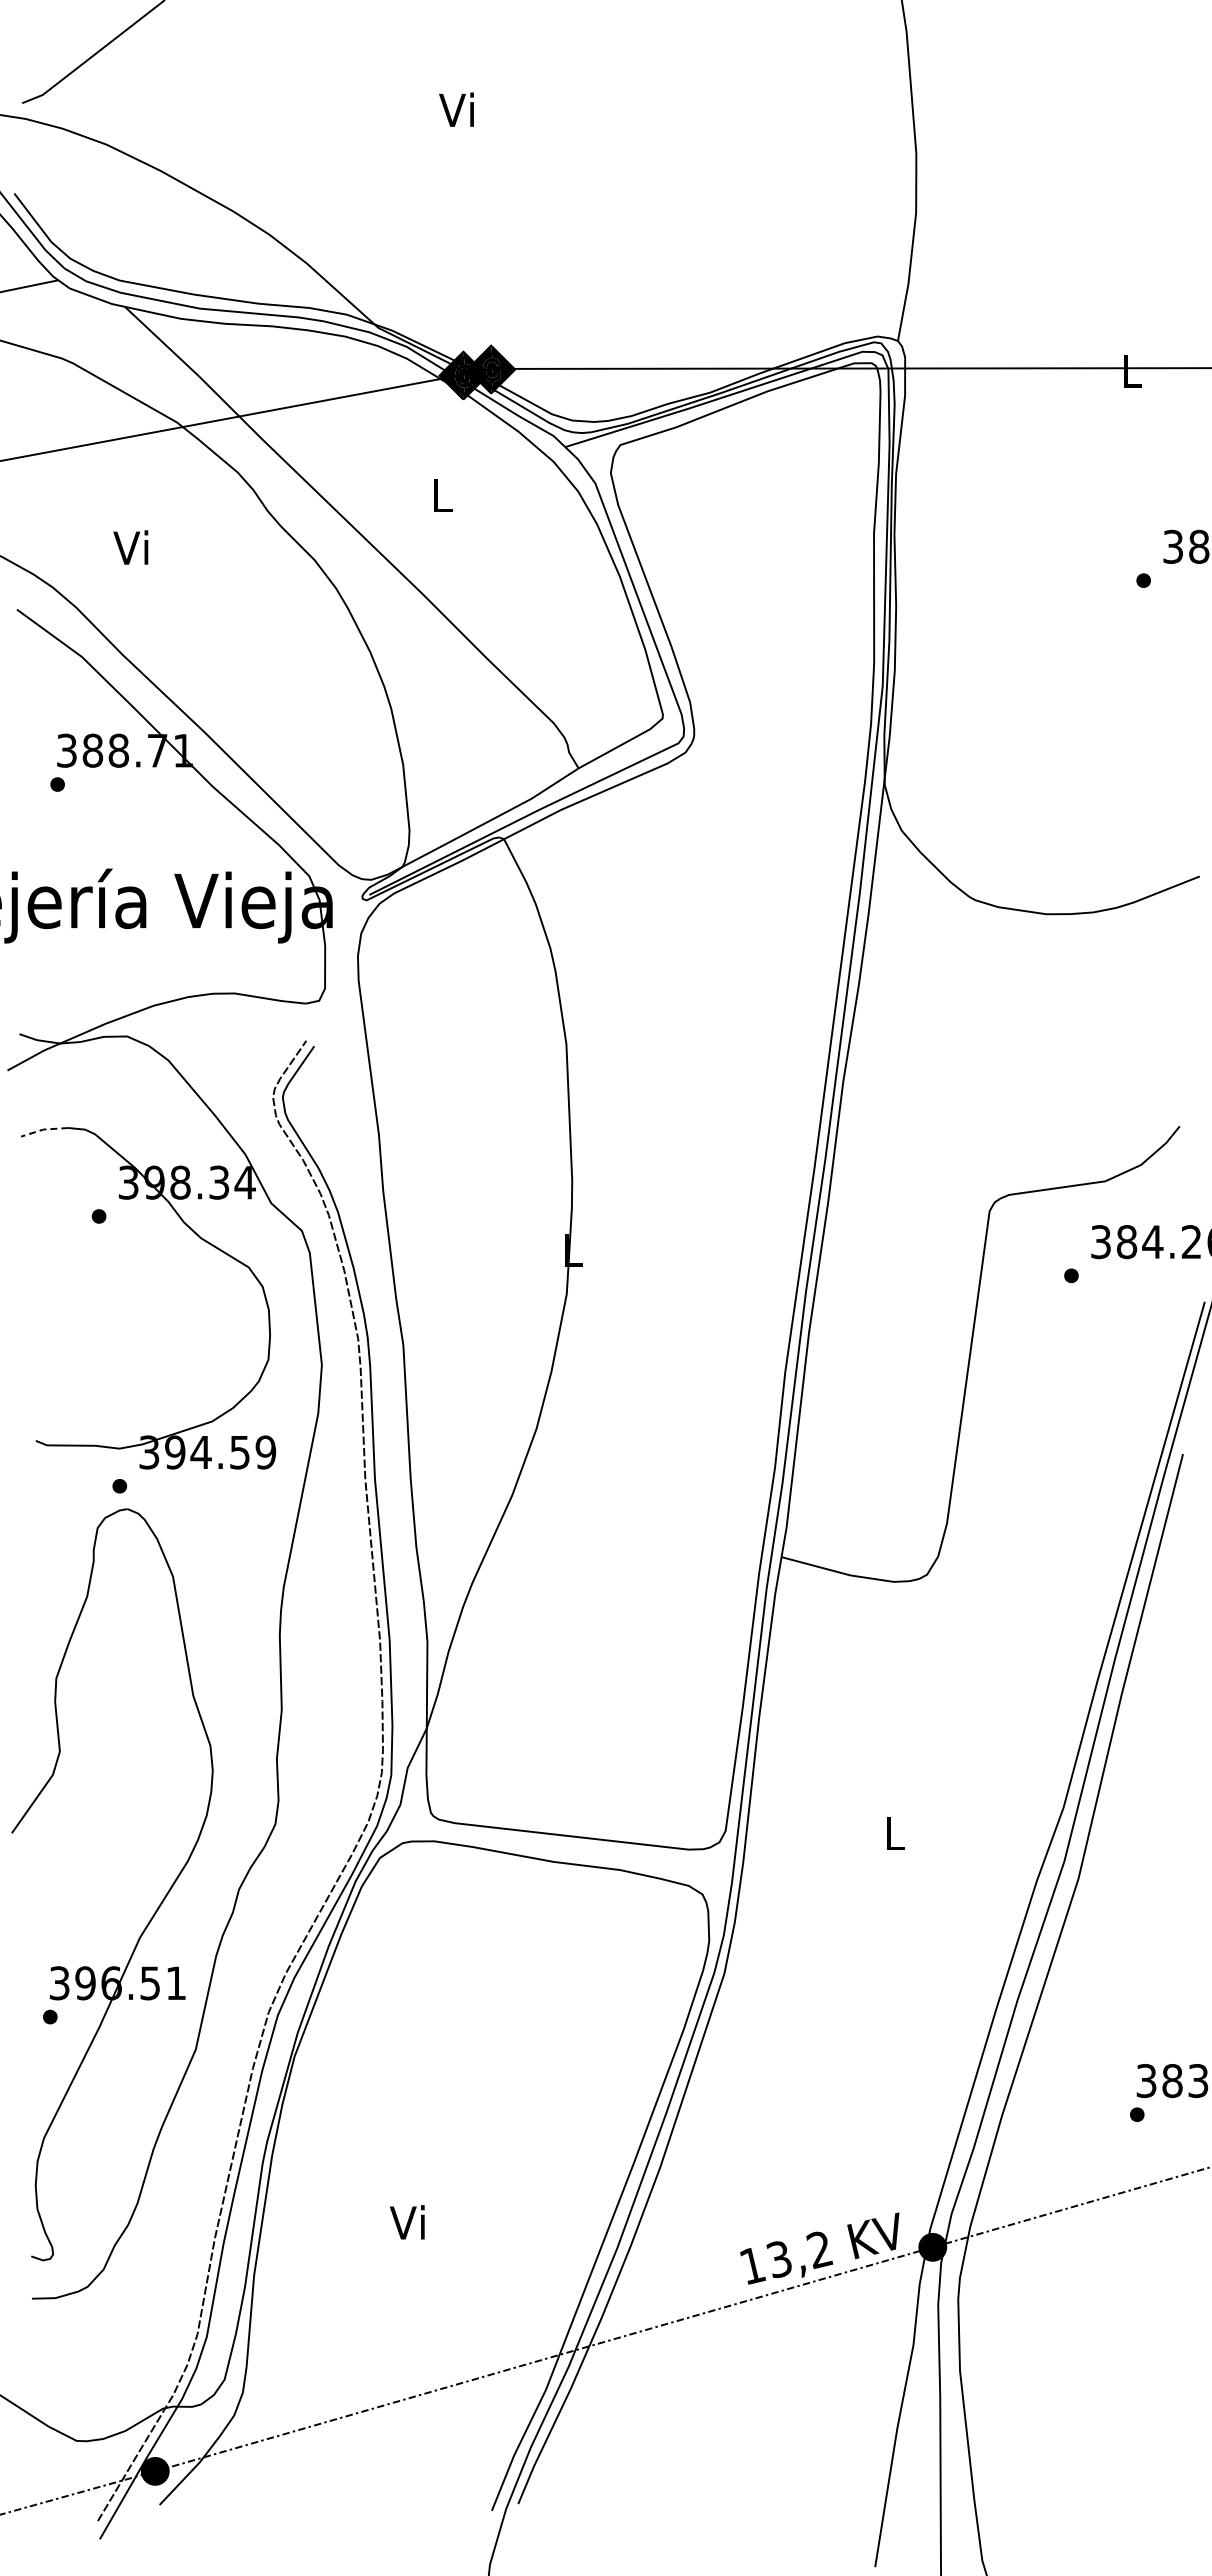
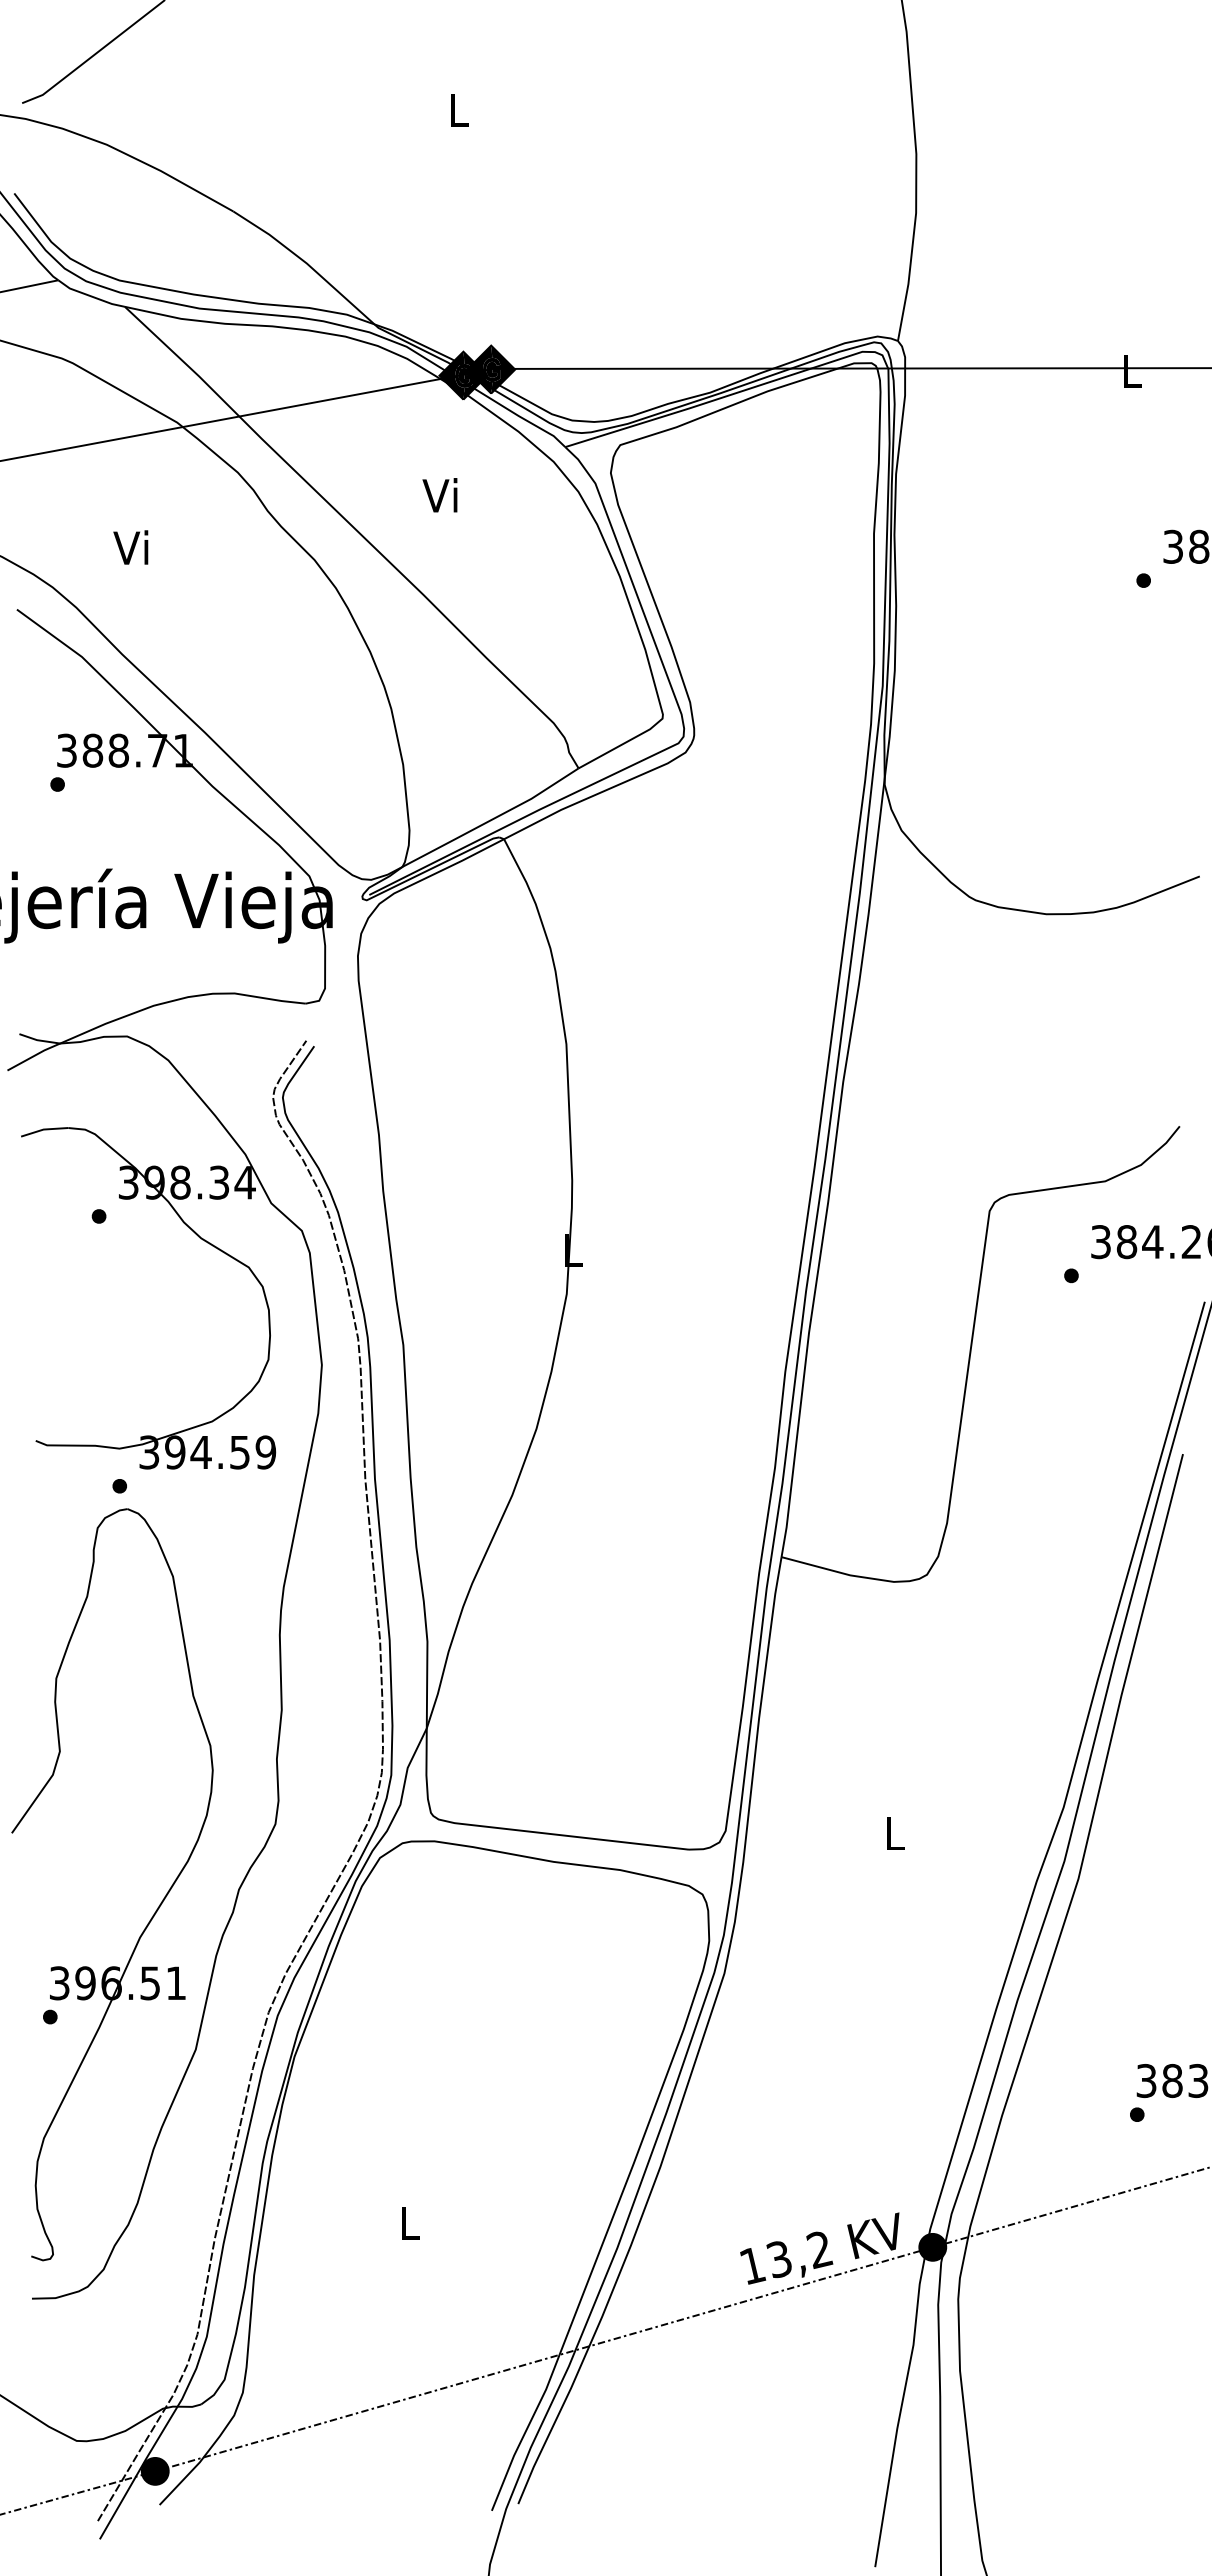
text at (456, 109): Vi -> L
text at (439, 495): L -> Vi
line at (43, 1129): dashed -> solid
text at (406, 2222): Vi -> L
